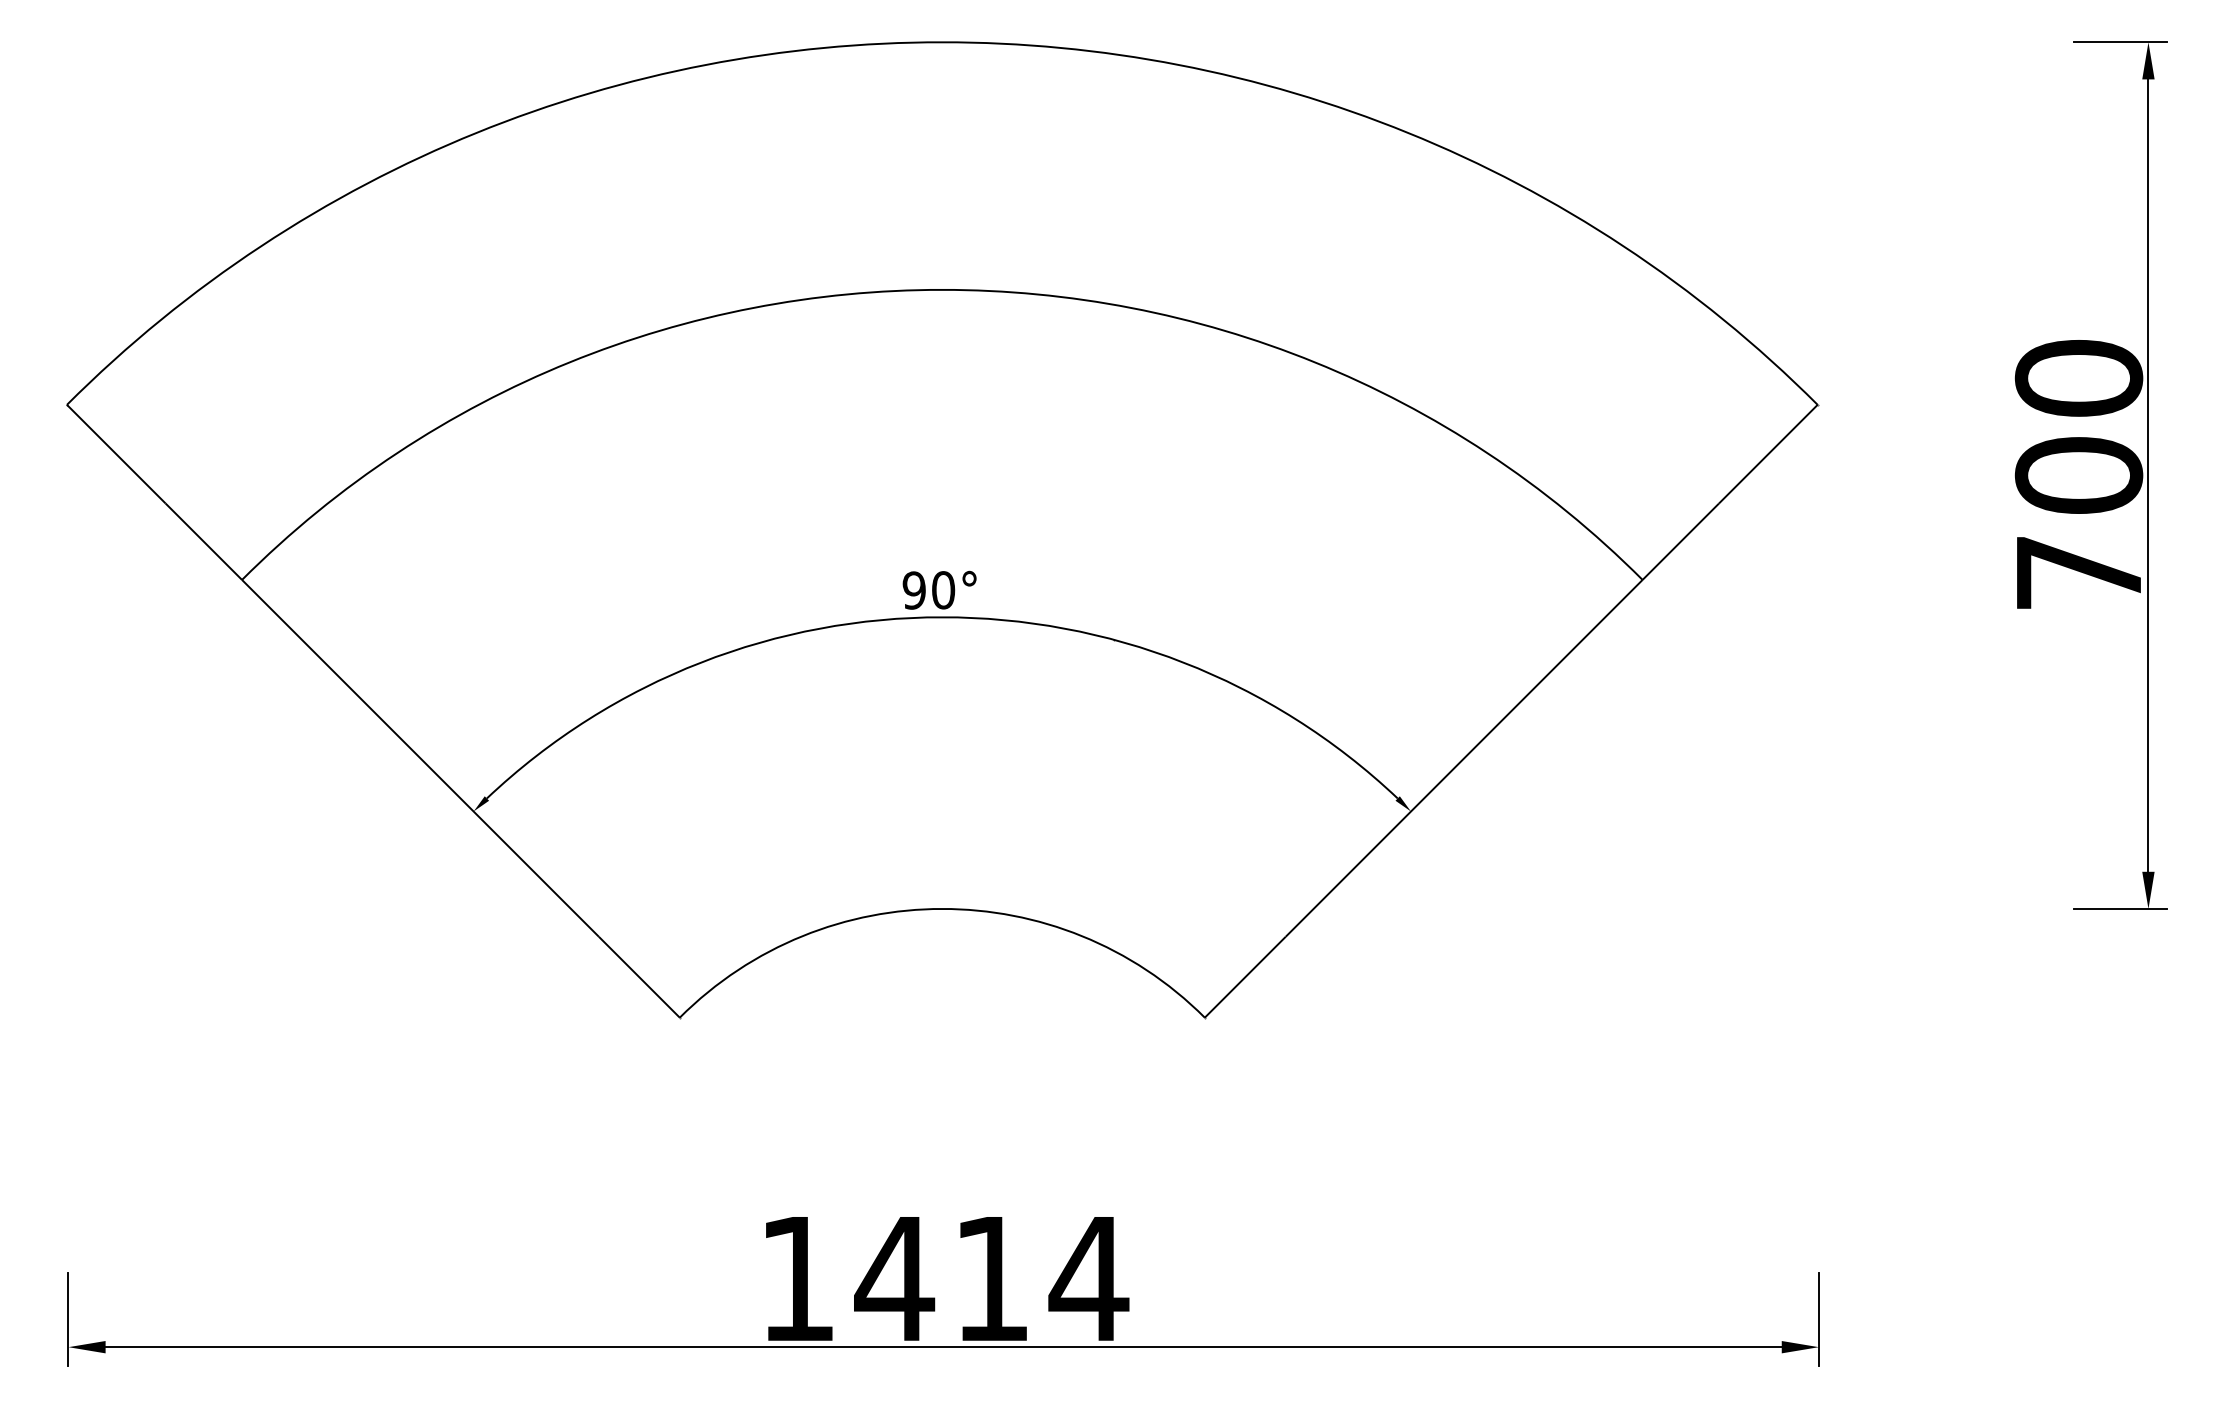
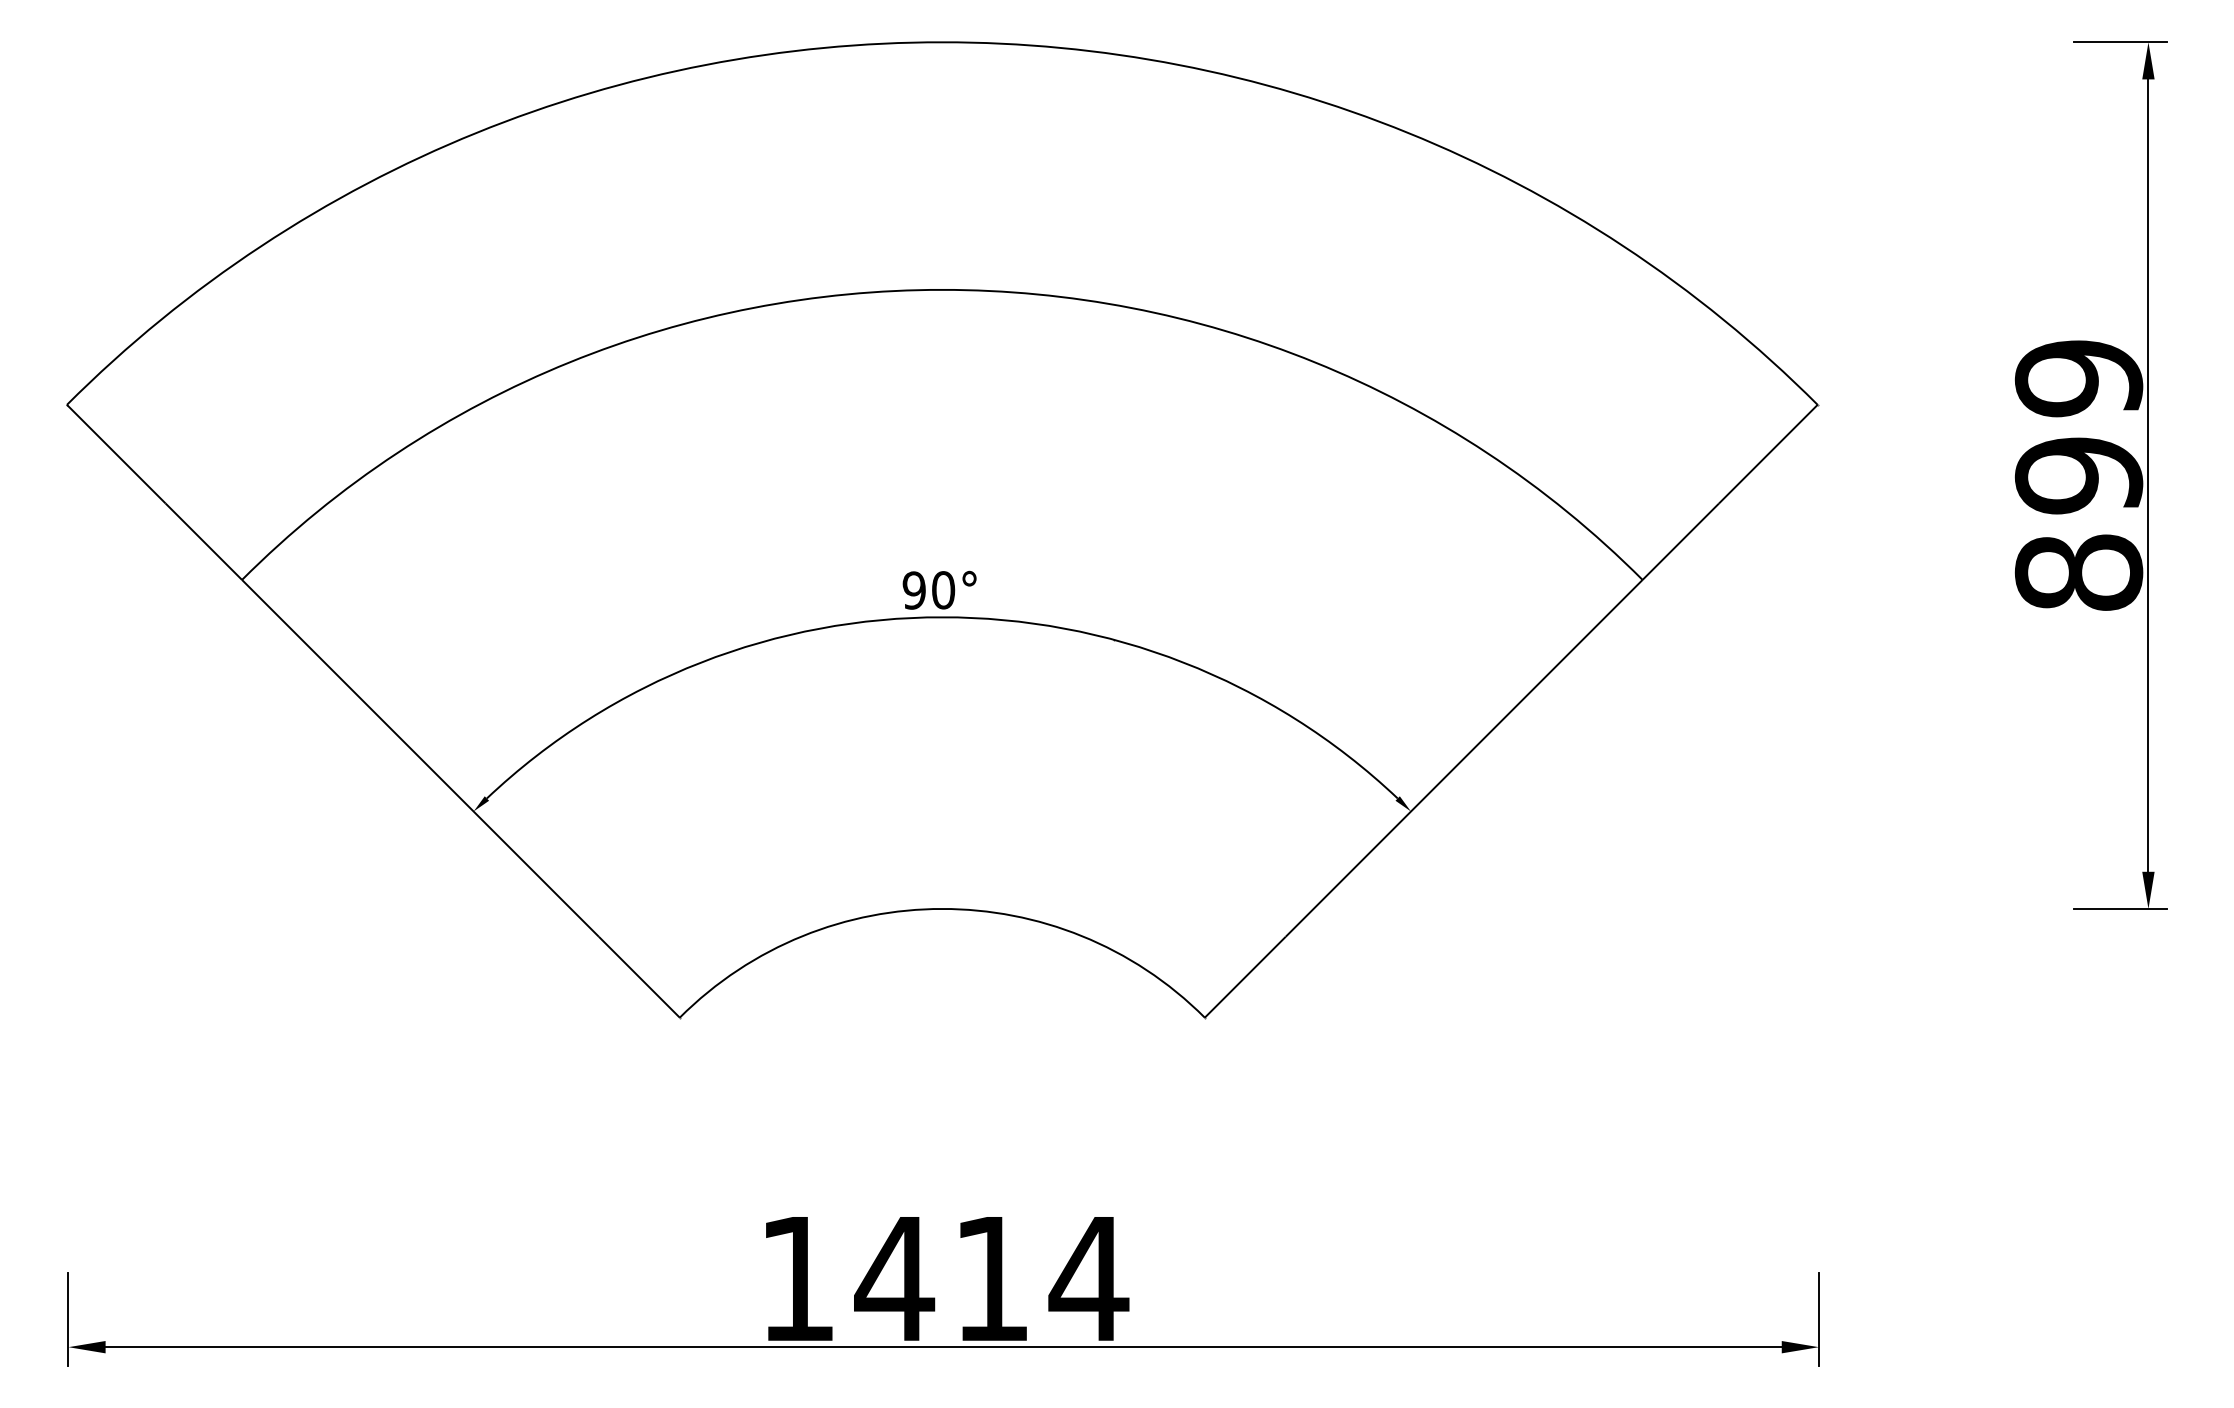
text at (2078, 475): 700 -> 899
